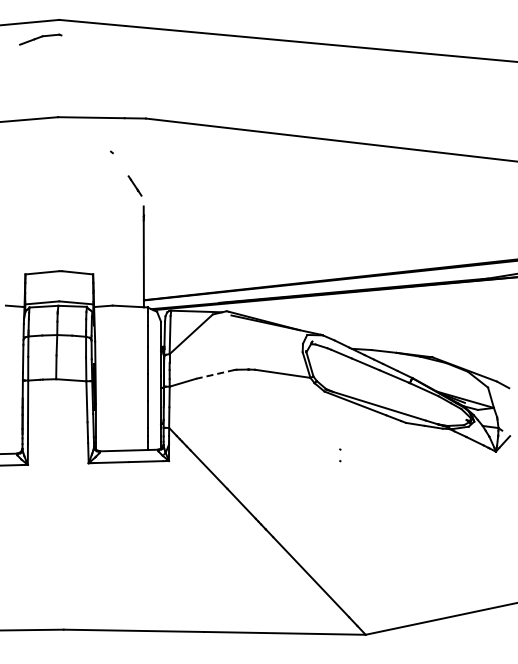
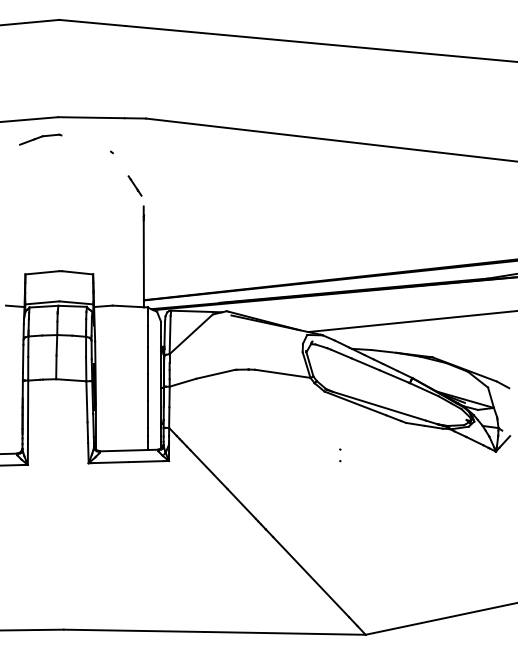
part at (40, 39) position: (40, 39) -> (40, 139)
line at (411, 321): none -> present
line at (215, 374): dashed -> solid
